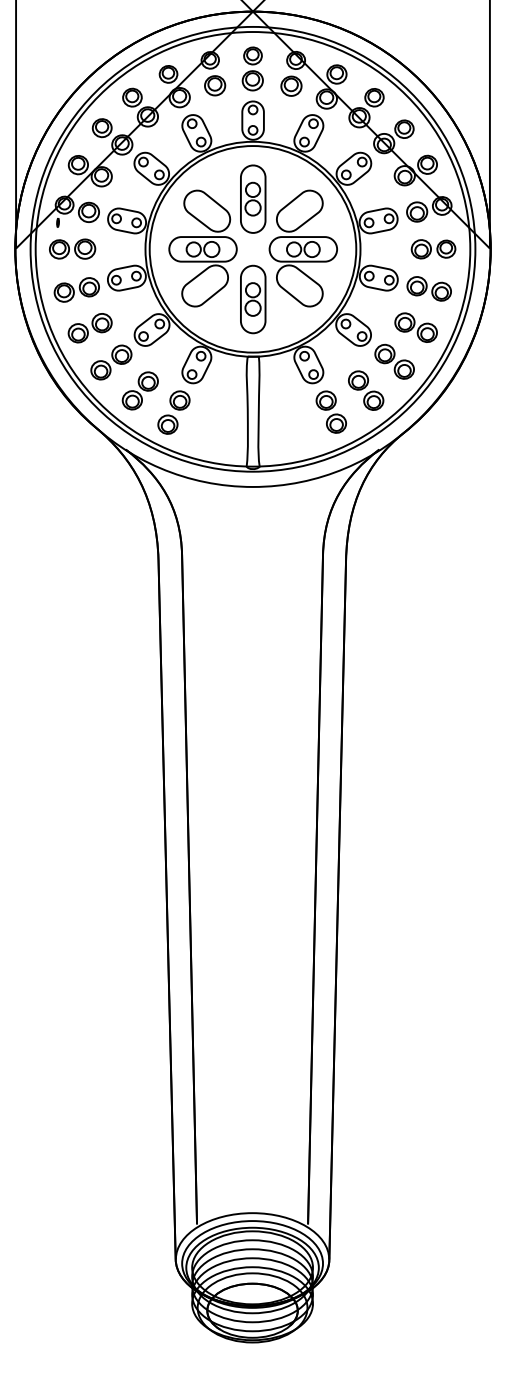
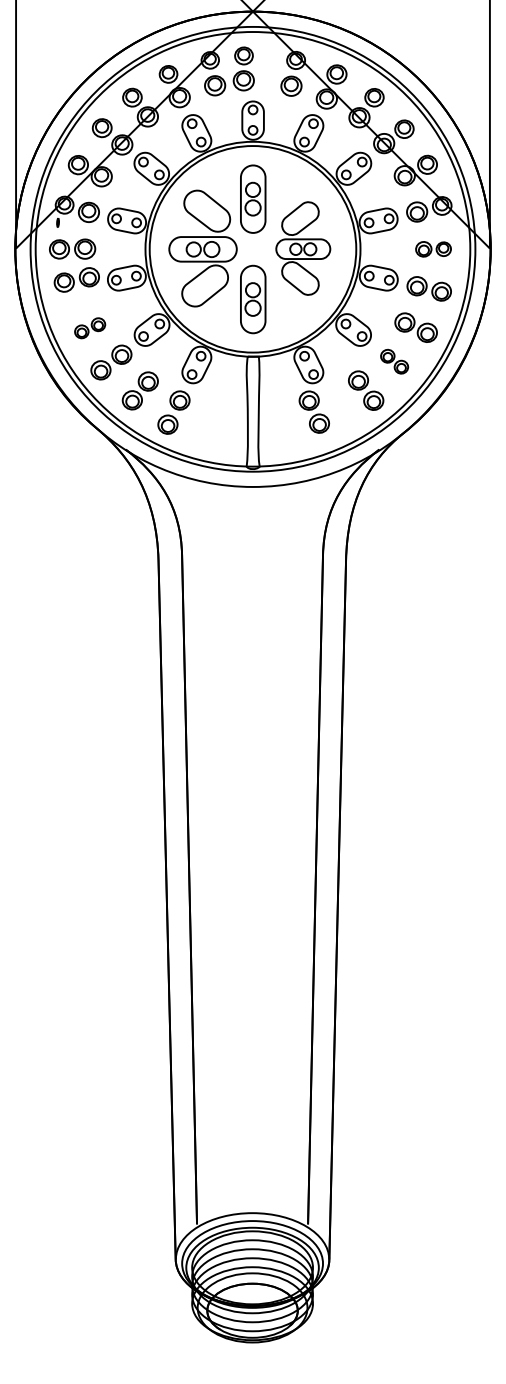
part at (252, 68) position: (252, 68) -> (243, 68)
part at (302, 248) size: 70x119 px -> 57x95 px
part at (433, 249) size: 47x21 px -> 37x17 px
part at (76, 289) position: (76, 289) -> (76, 279)
part at (89, 328) size: 46x31 px -> 33x23 px
part at (394, 361) size: 41x37 px -> 30x27 px
part at (330, 411) position: (330, 411) -> (313, 411)
